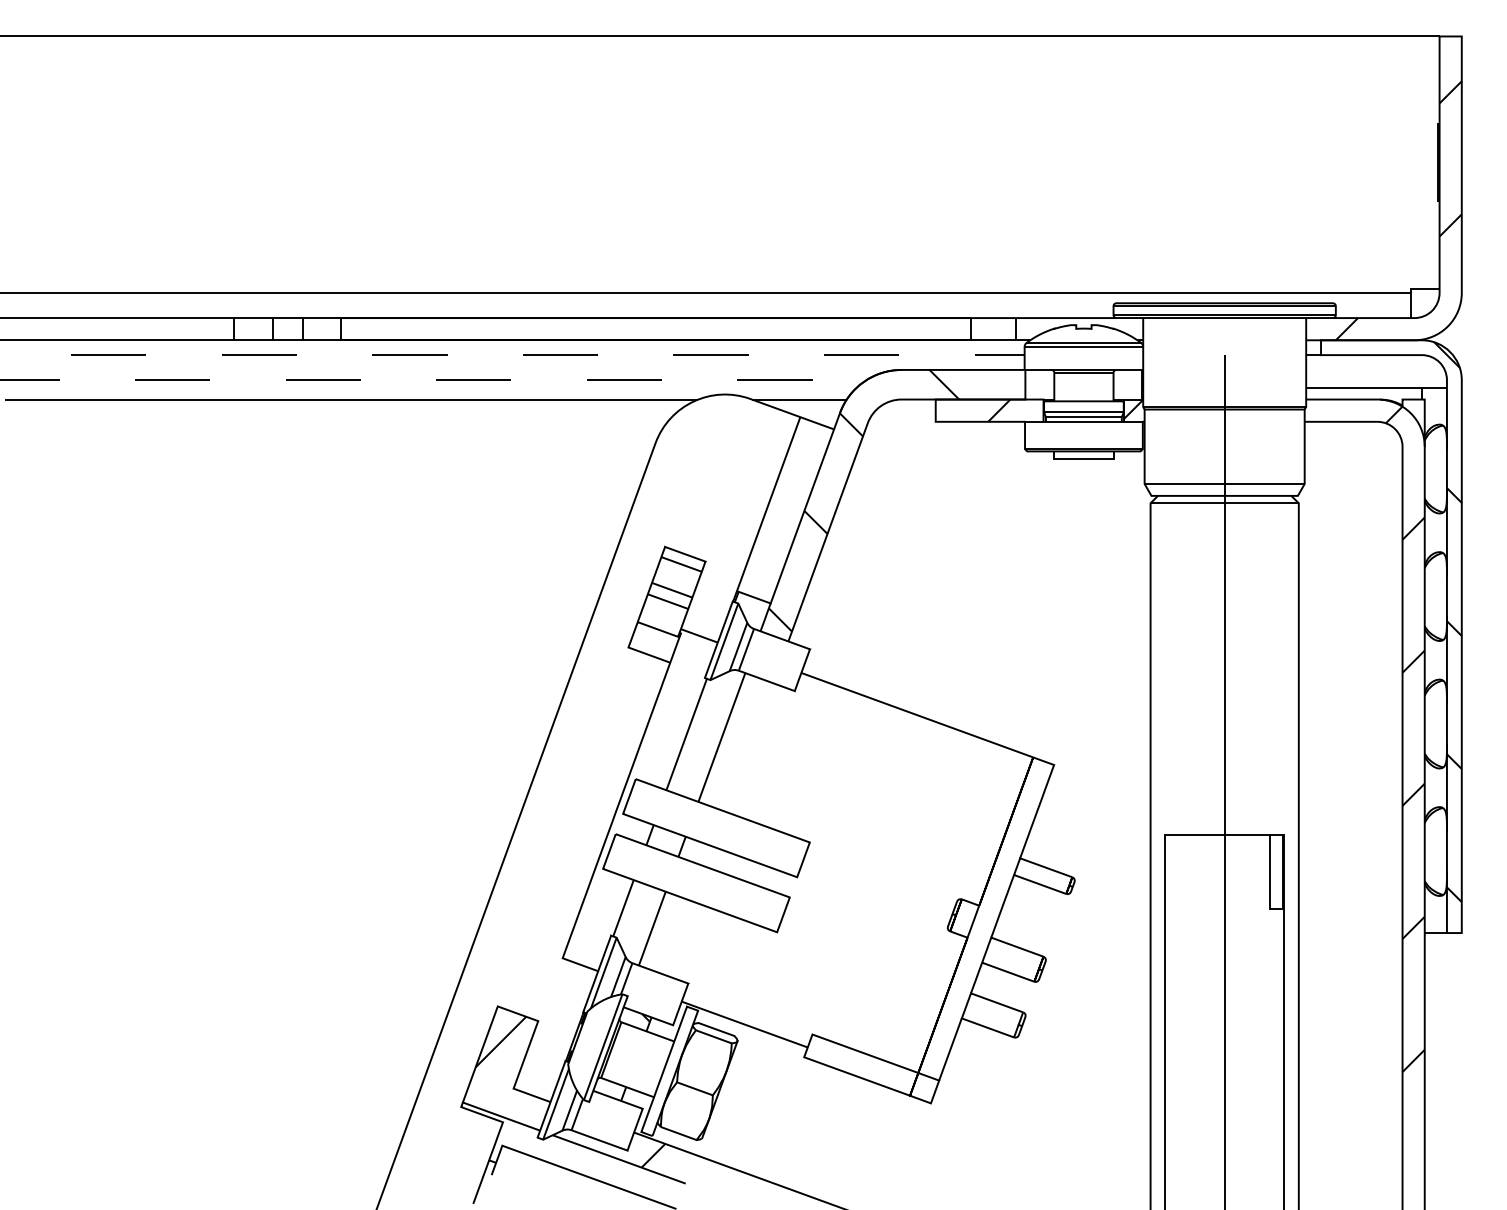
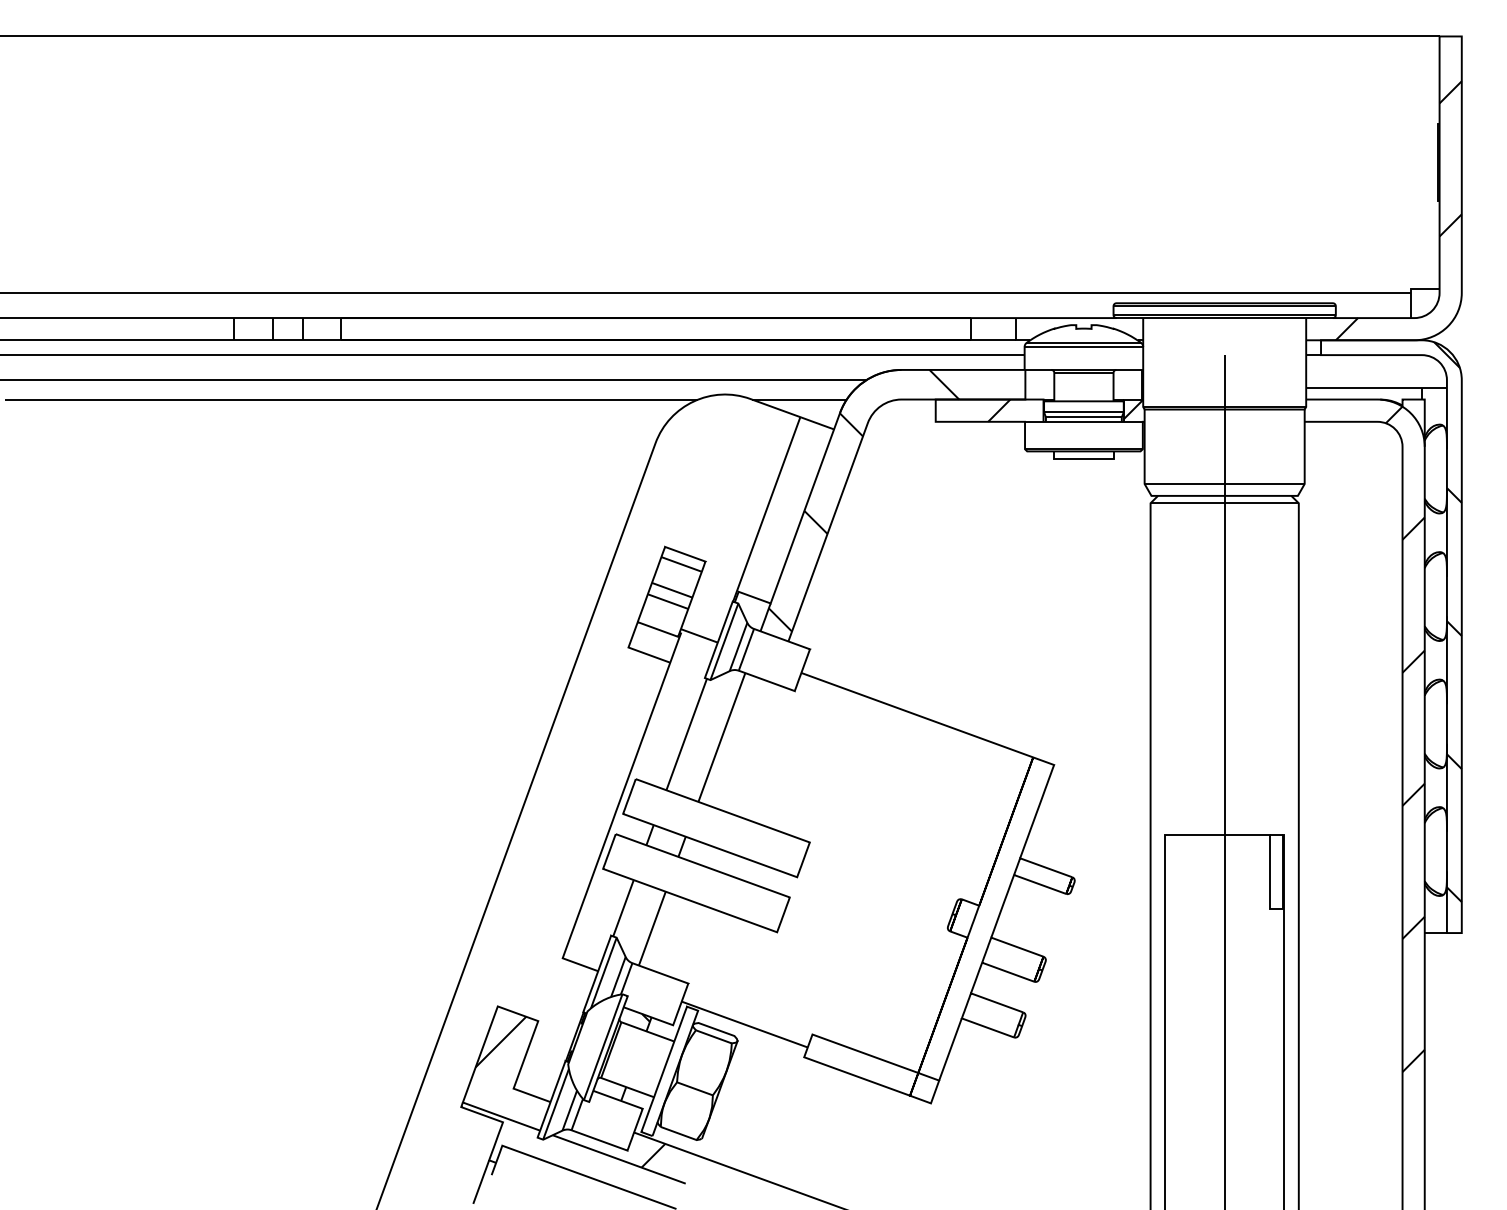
line at (512, 355): dashed -> solid
line at (433, 380): dashed -> solid
